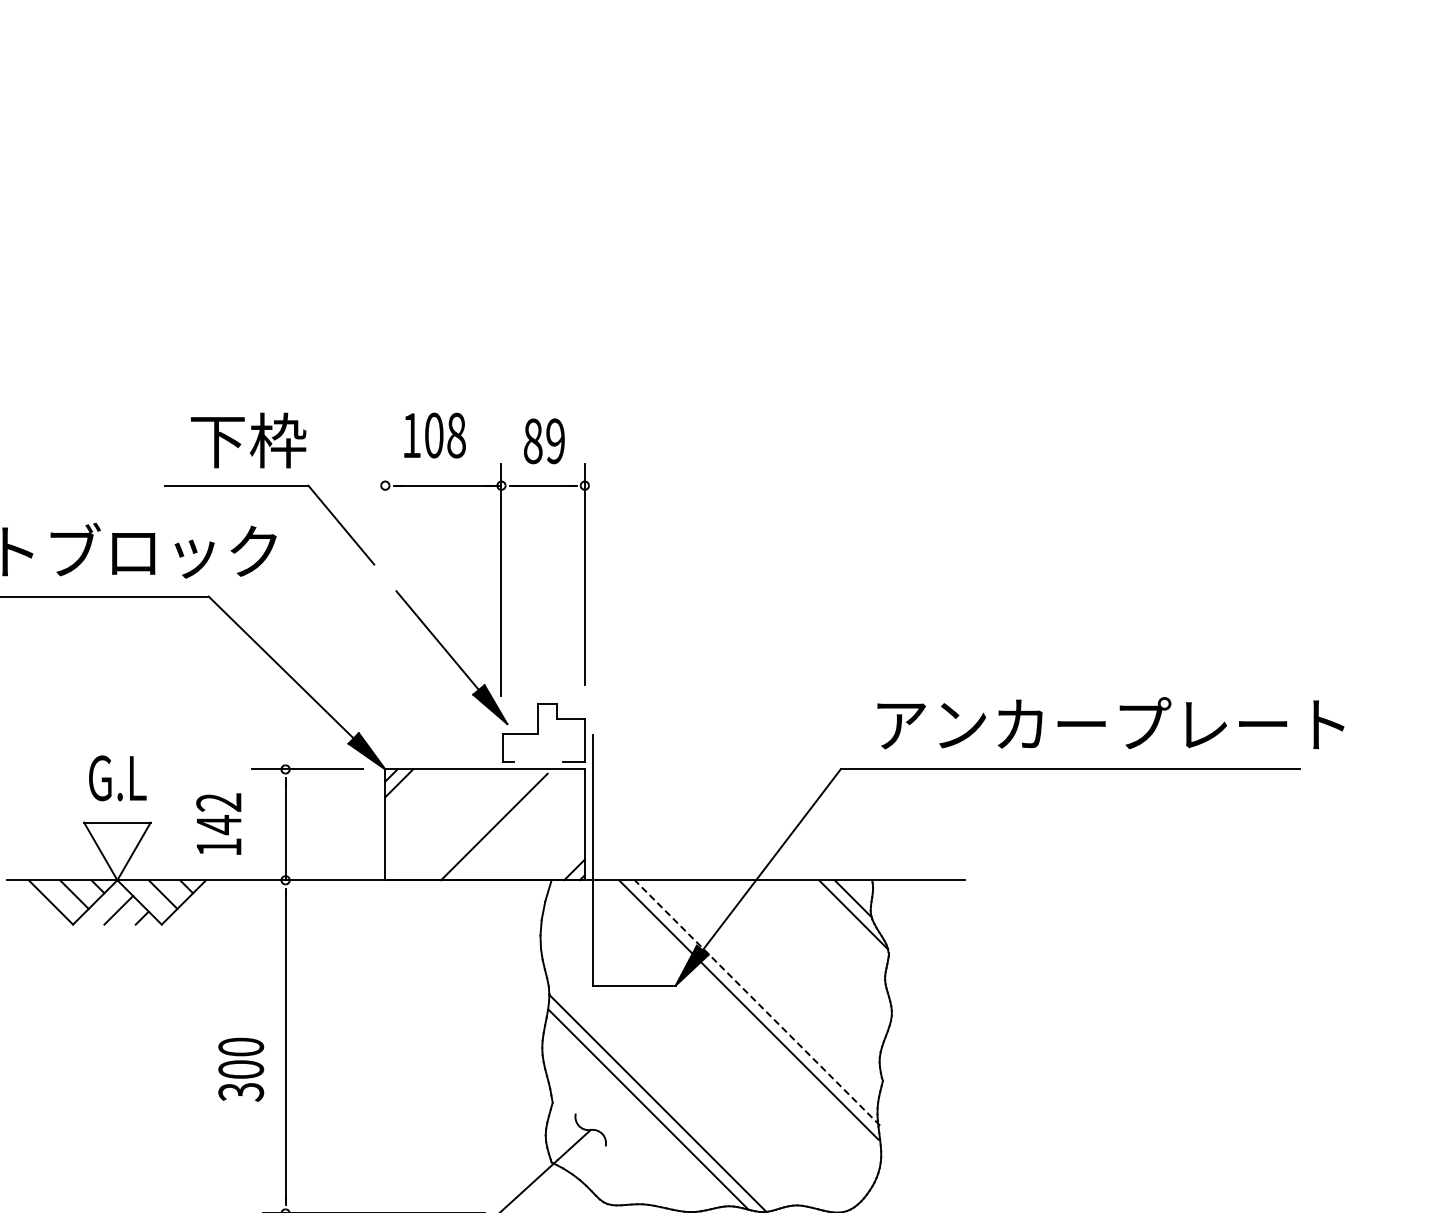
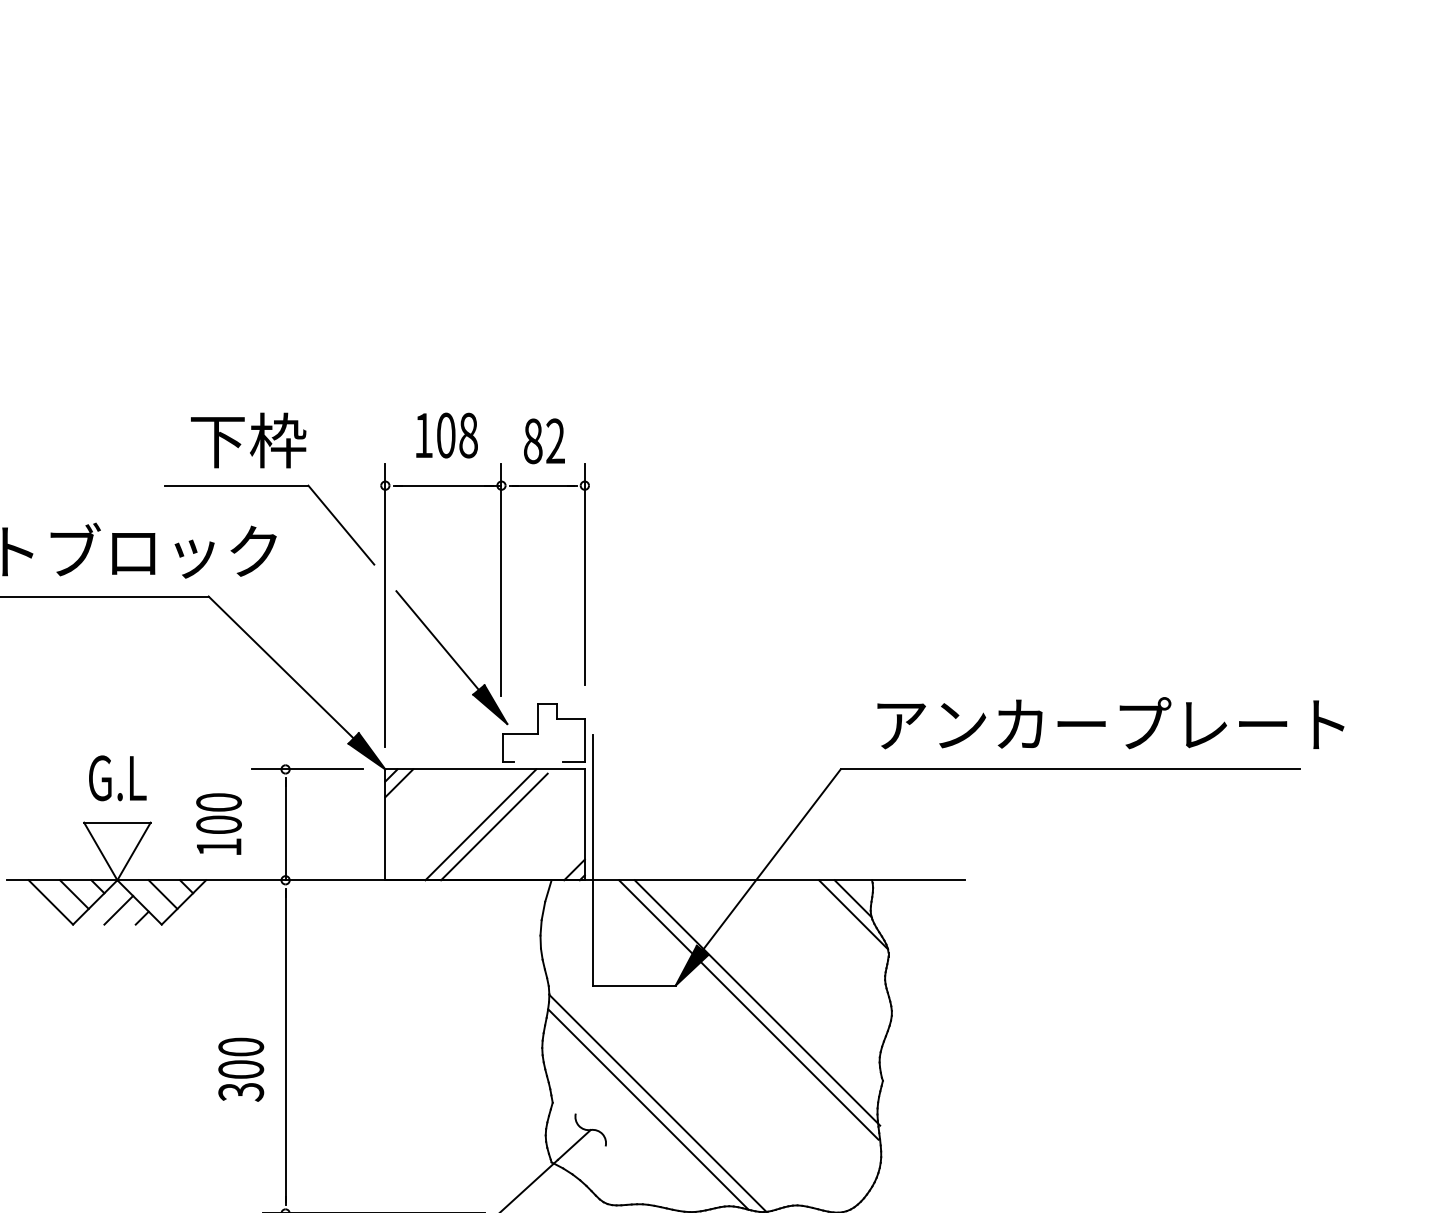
text at (434, 435) position: (434, 435) -> (446, 435)
text at (555, 441): 89 -> 82
line at (385, 605): none -> present
text at (218, 814): 142 -> 100
line at (480, 824): none -> present
line at (757, 1002): dashed -> solid
